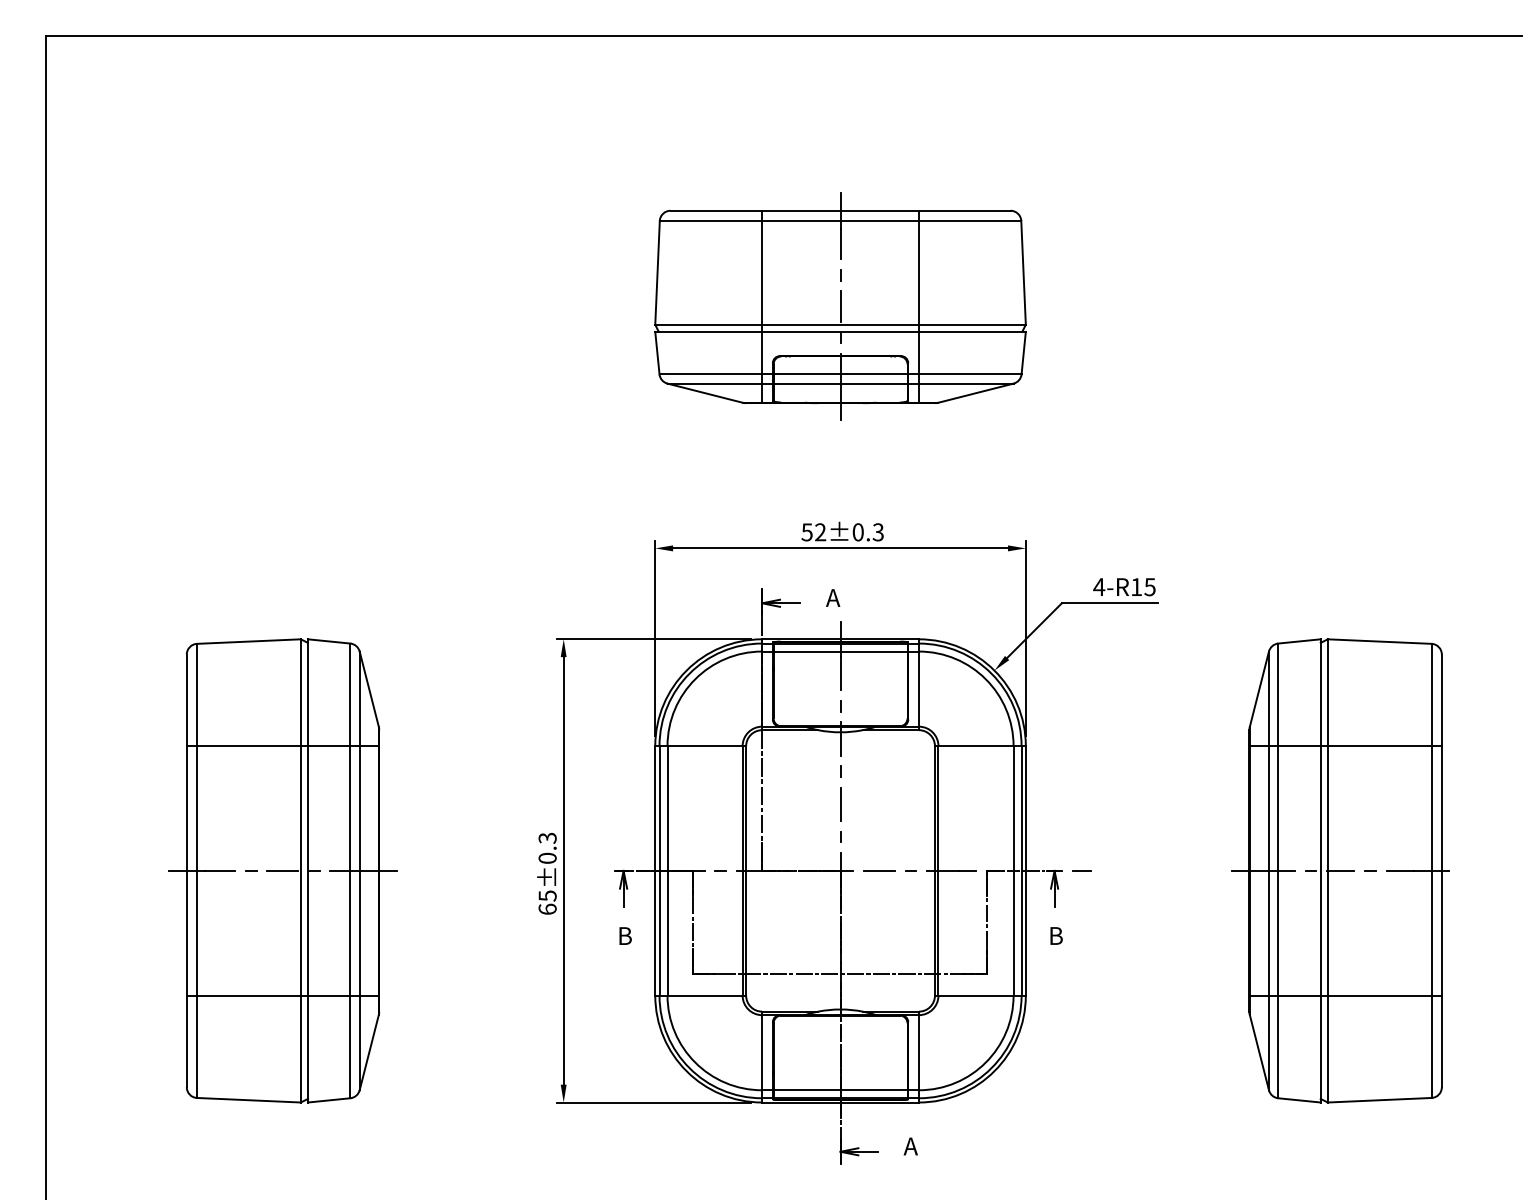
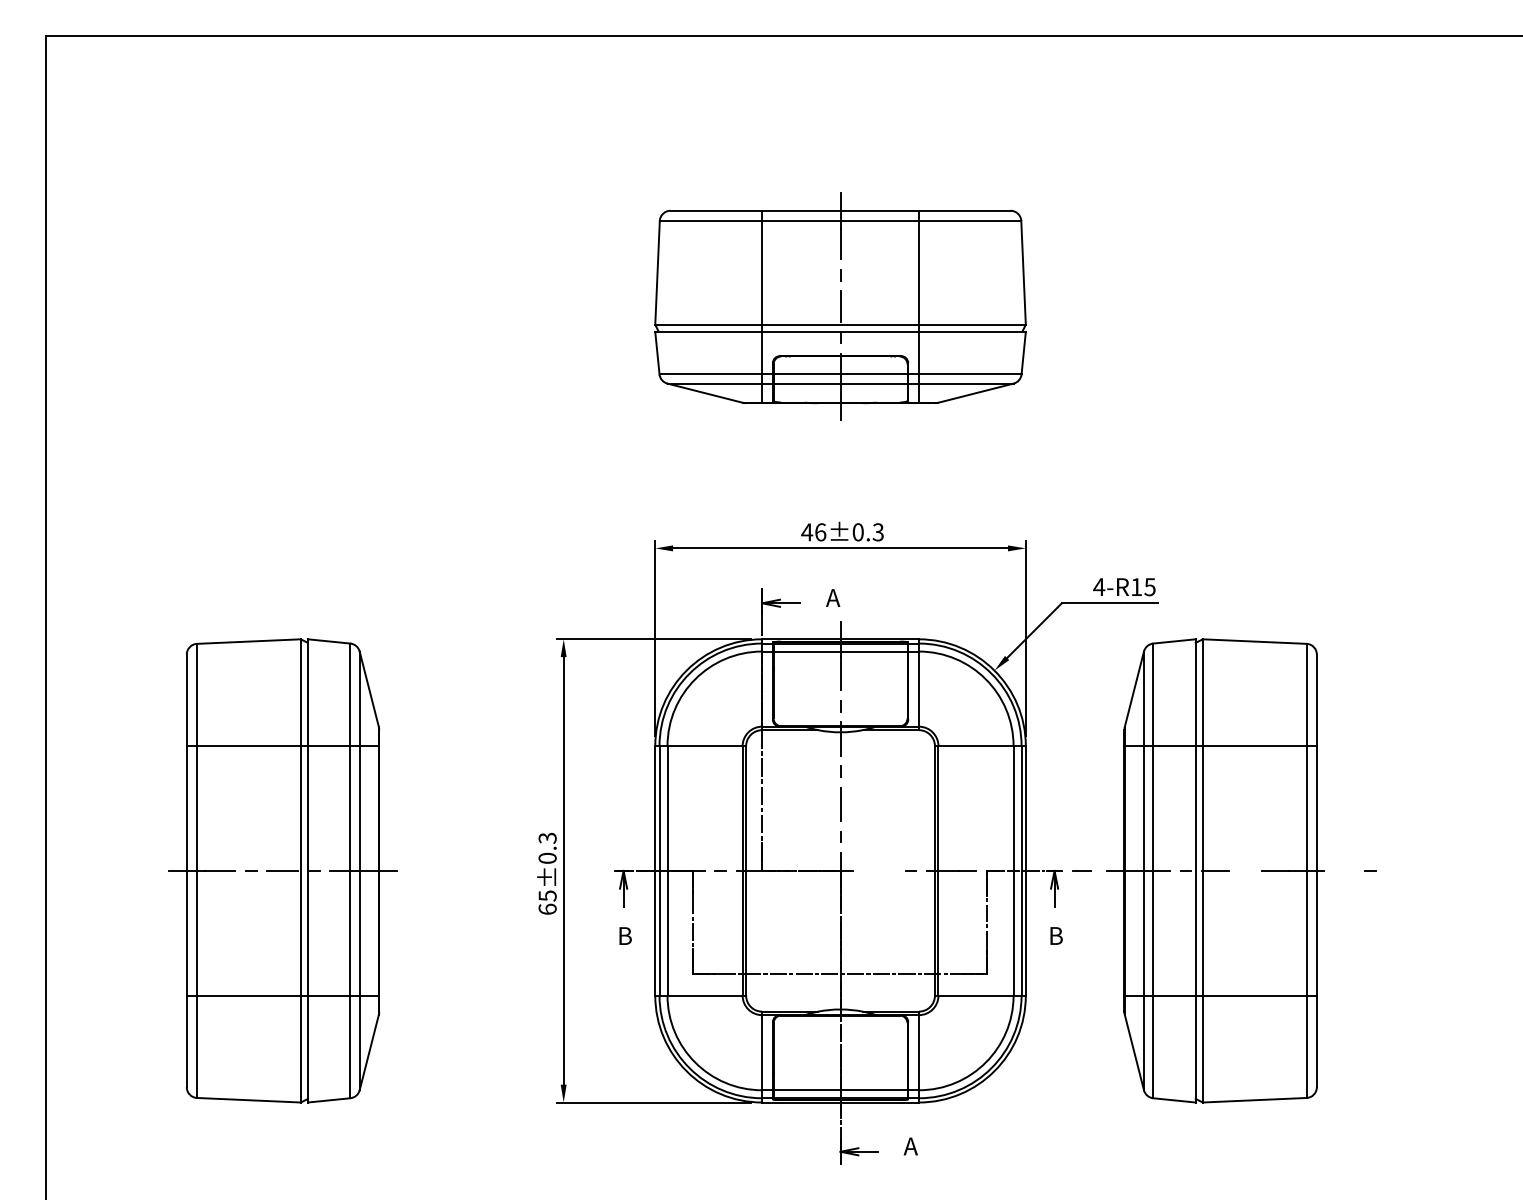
text at (813, 532): 52±0.3 -> 46±0.3
line at (879, 870): present -> none
part at (1340, 870) position: (1340, 870) -> (1215, 870)
